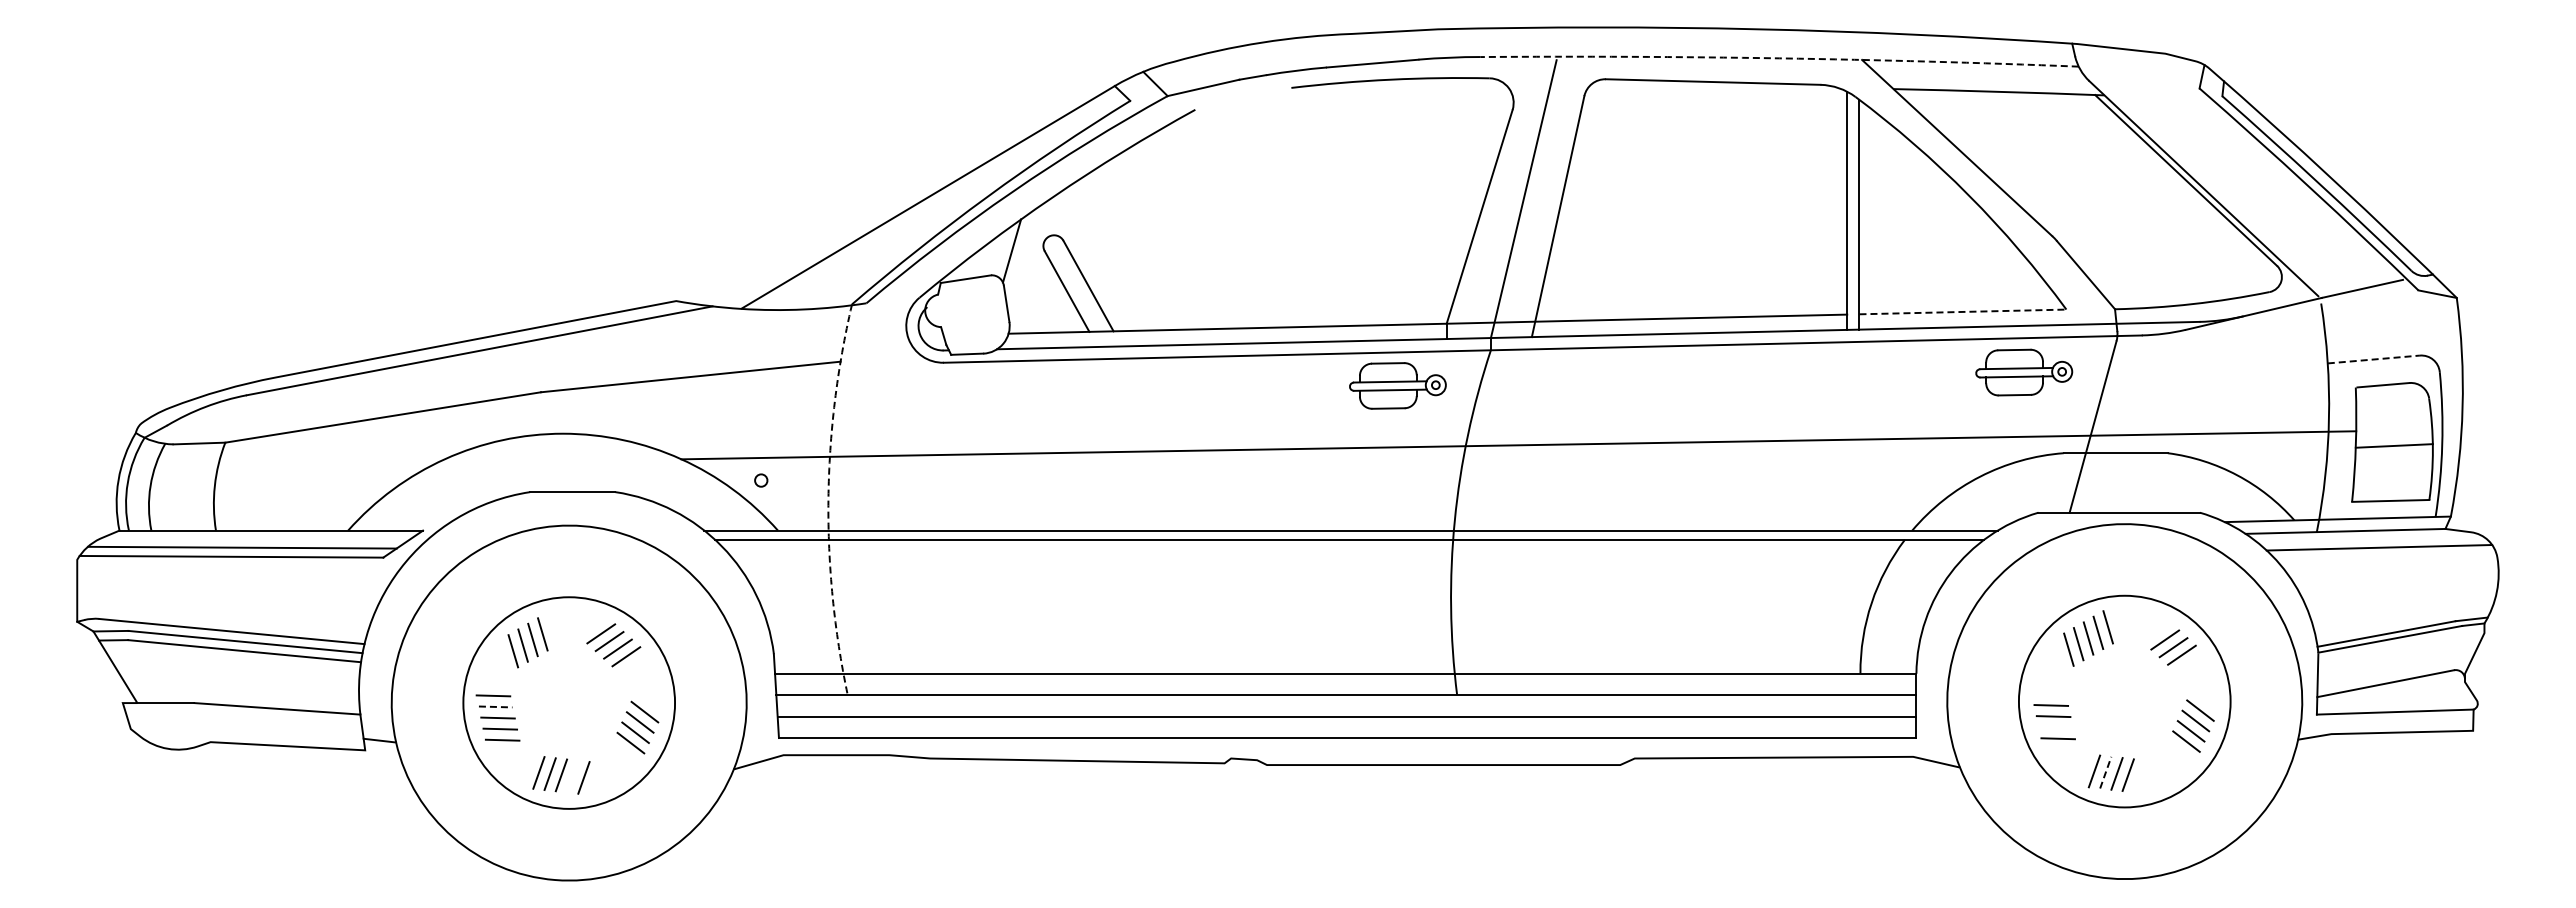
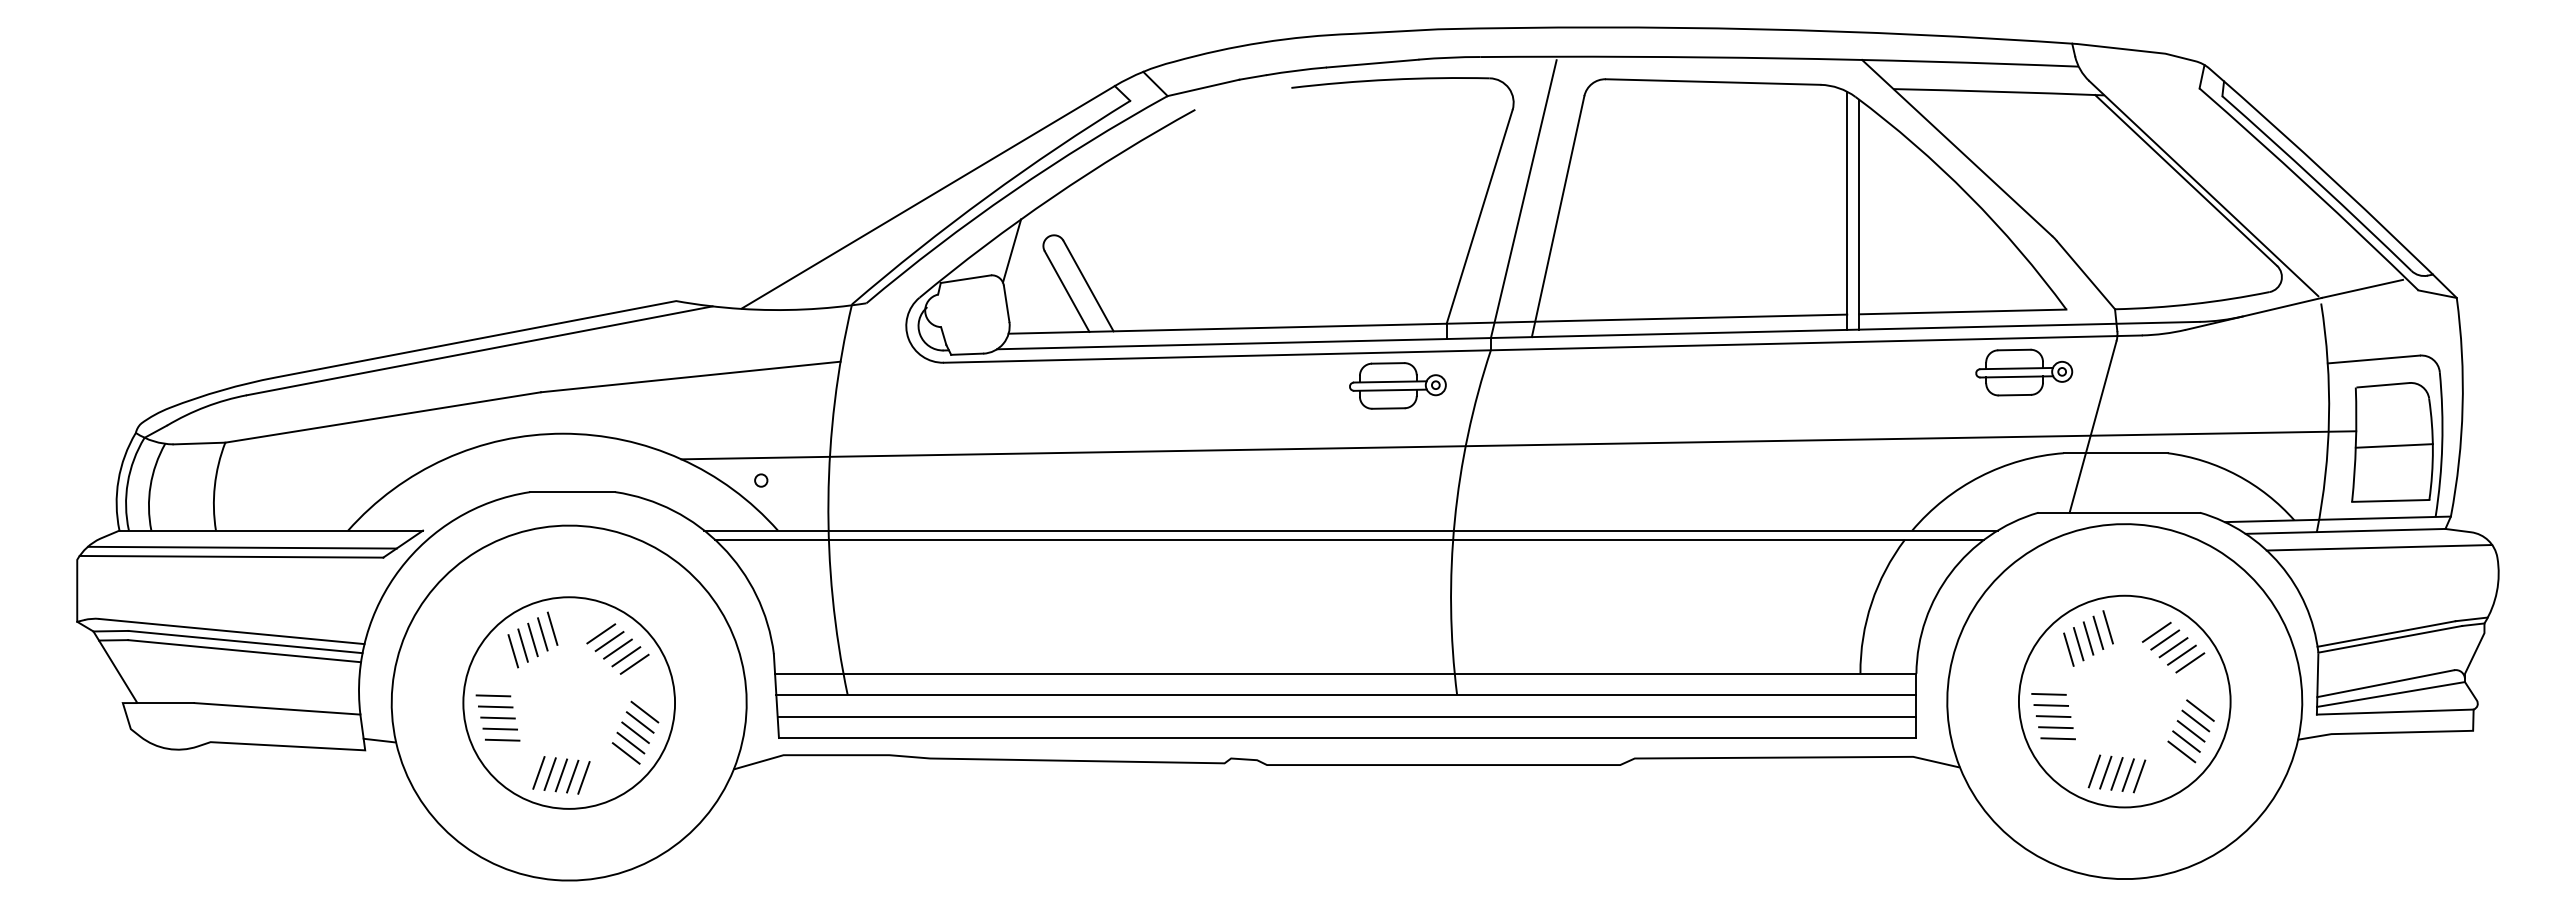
arc at (1779, 58): dashed -> solid
line at (1963, 311): dashed -> solid
line at (2374, 359): dashed -> solid
arc at (828, 499): dashed -> solid
line at (552, 628): none -> present
line at (2156, 631): none -> present
line at (2190, 662): none -> present
line at (634, 663): none -> present
line at (2048, 693): none -> present
line at (2390, 694): none -> present
line at (495, 706): dashed -> solid
line at (2055, 727): none -> present
line at (2181, 751): none -> present
line at (625, 753): none -> present
line at (2105, 772): dashed -> solid
line at (572, 776): none -> present
line at (2139, 776): none -> present
